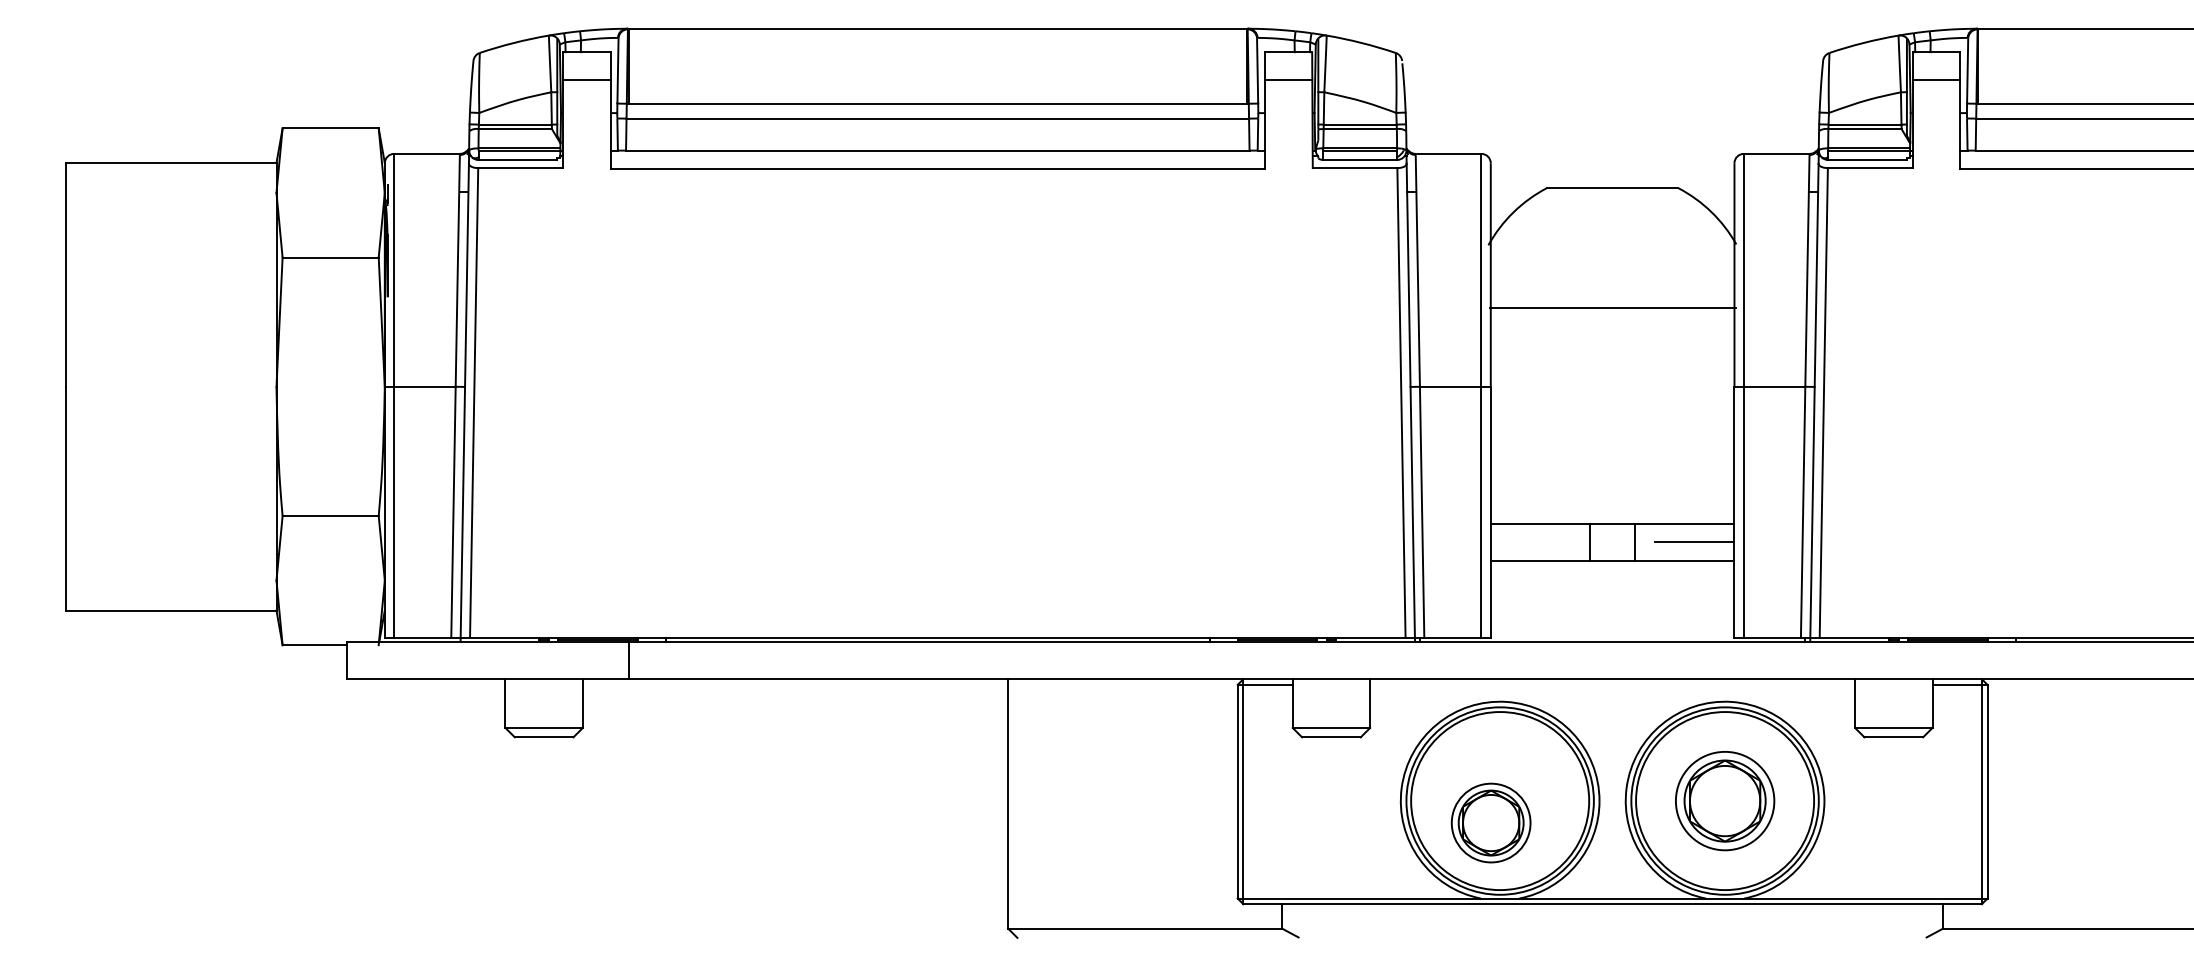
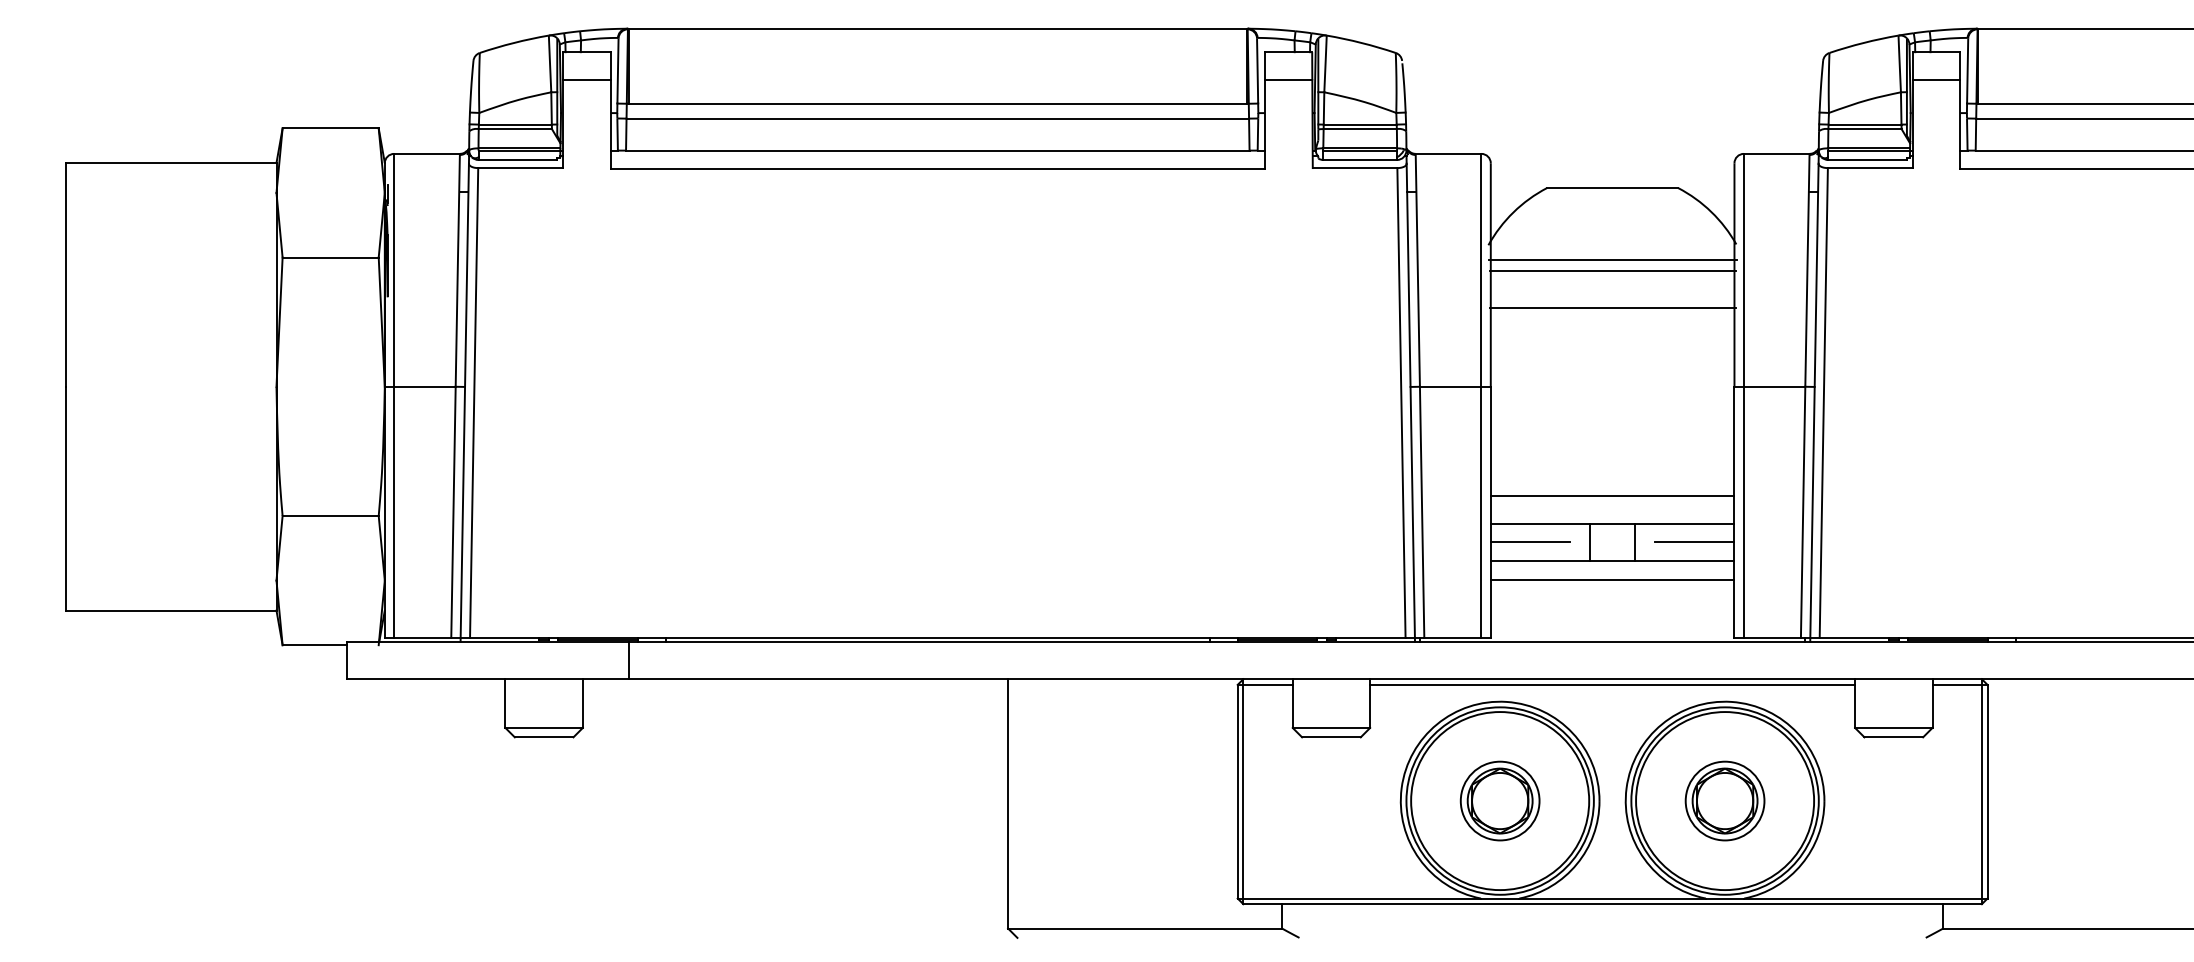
line at (1612, 259): none -> present
line at (1612, 270): none -> present
line at (1612, 495): none -> present
line at (1529, 542): none -> present
line at (1612, 579): none -> present
line at (1612, 684): none -> present
part at (1725, 801) size: 101x101 px -> 82x82 px
part at (1490, 822) position: (1490, 822) -> (1499, 800)
